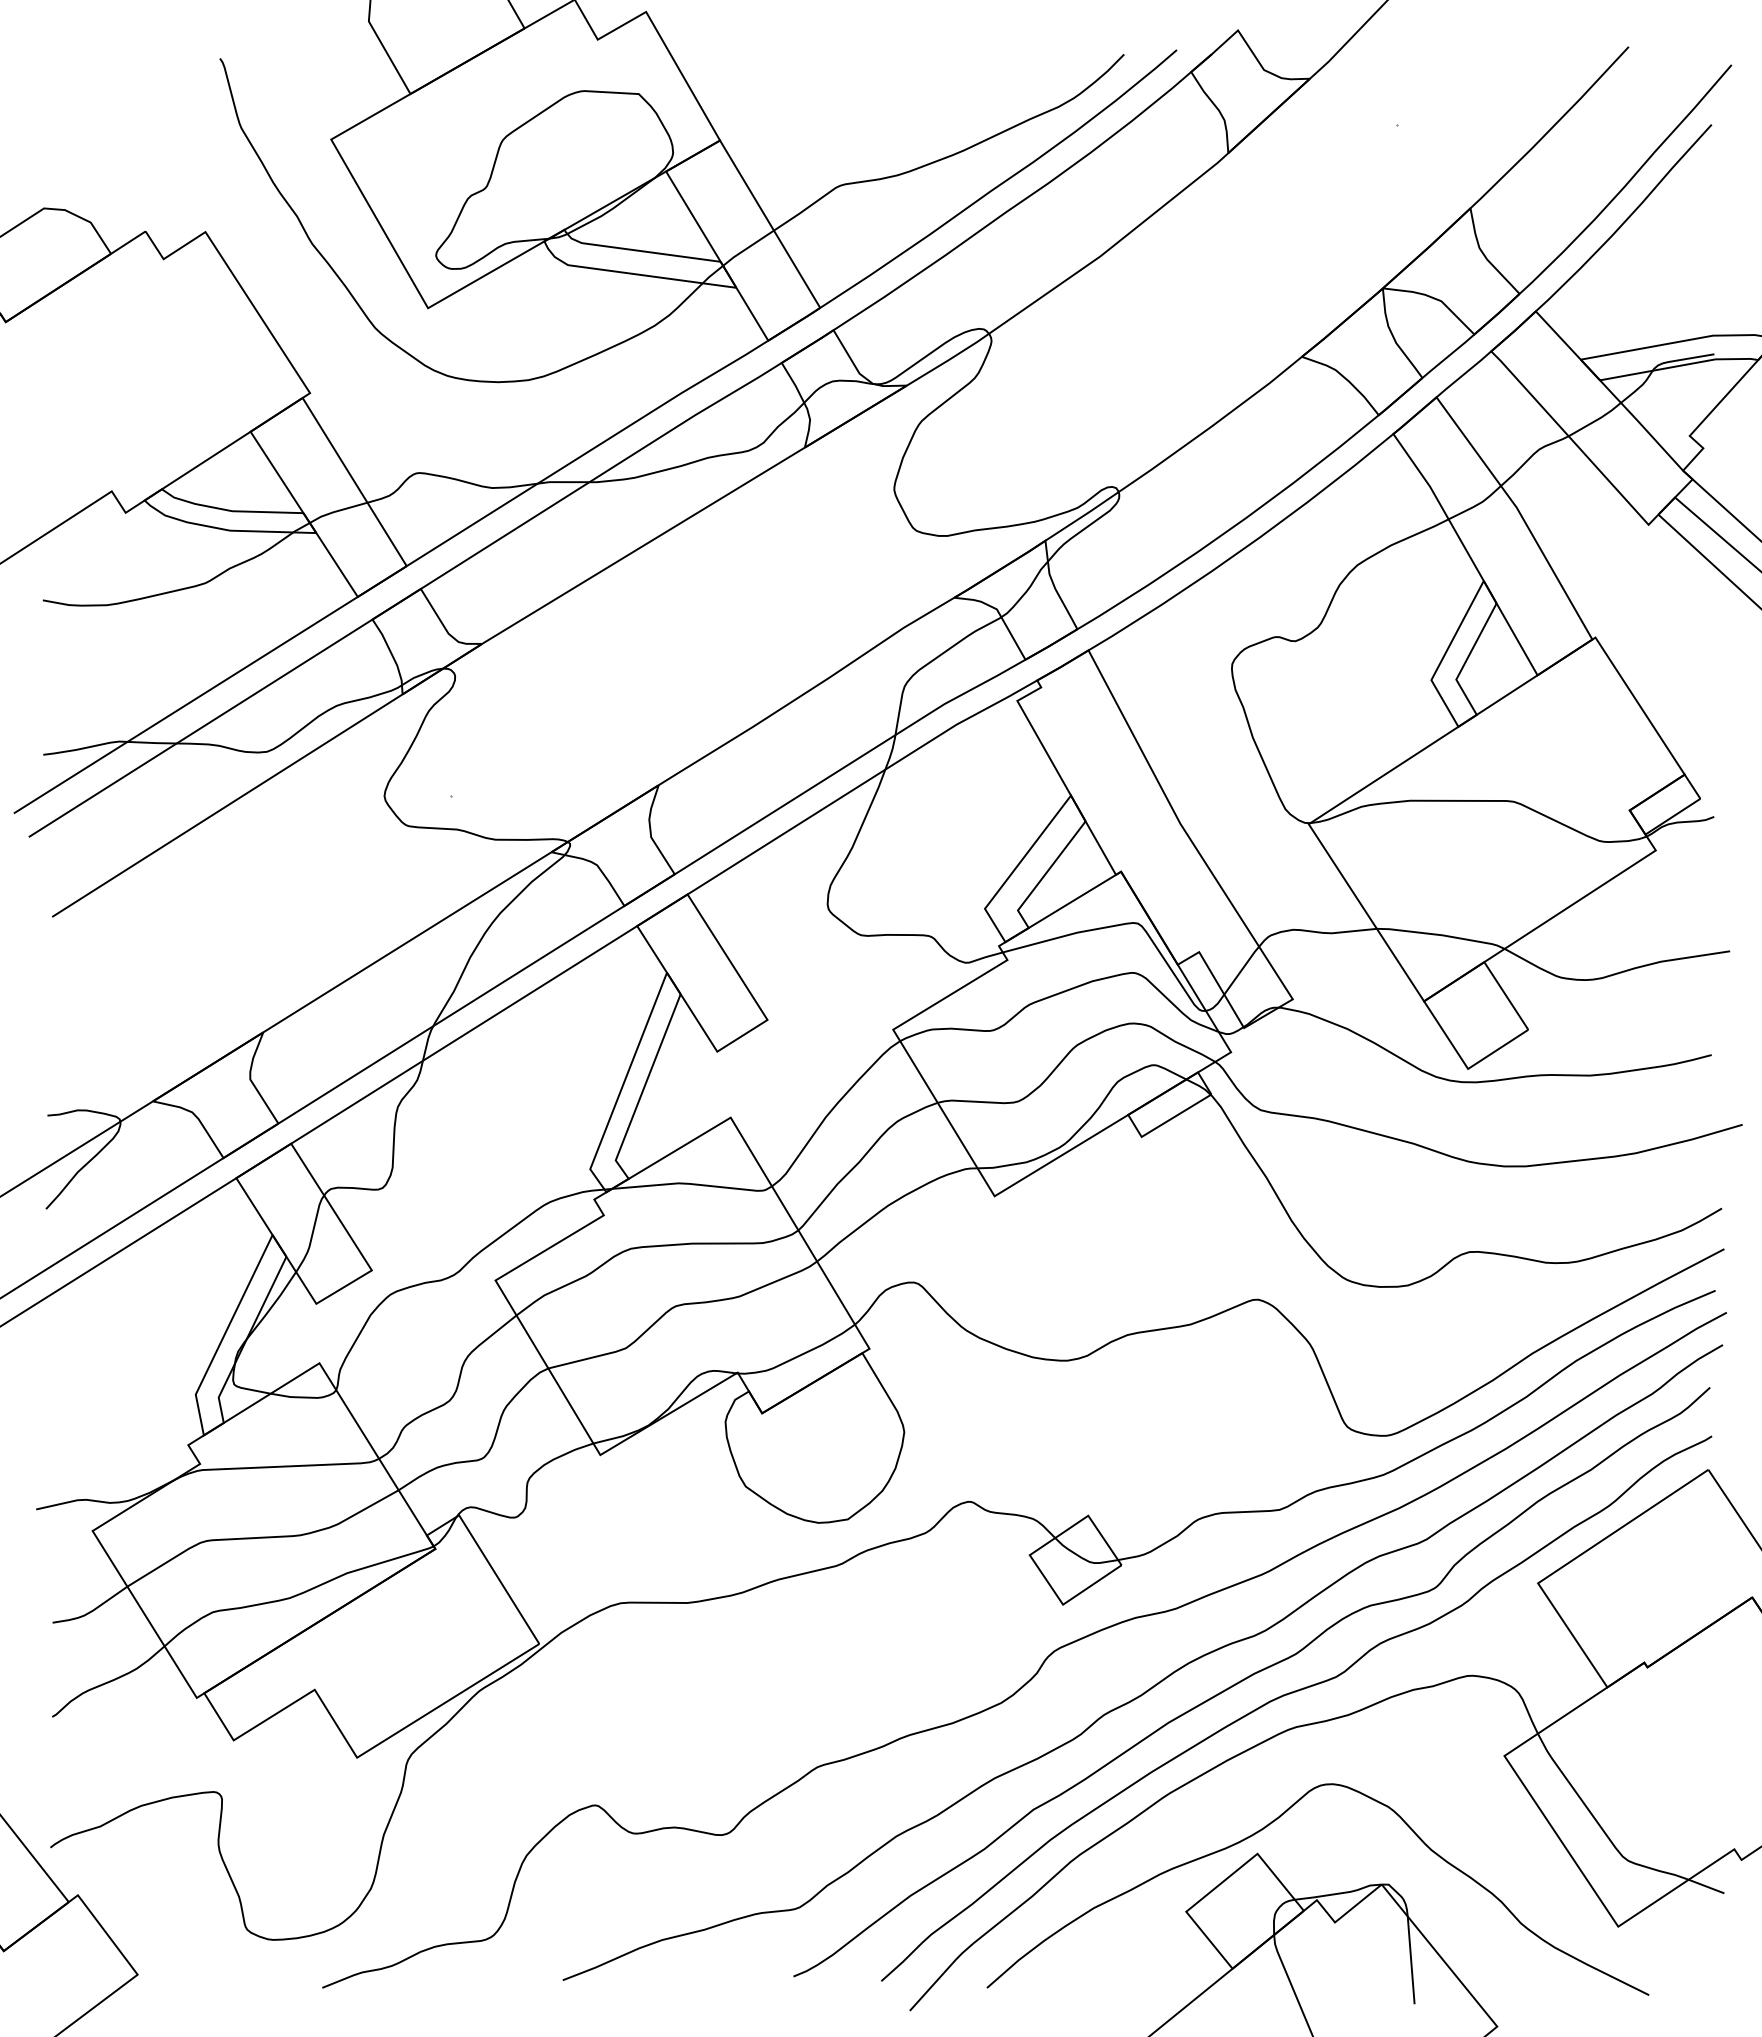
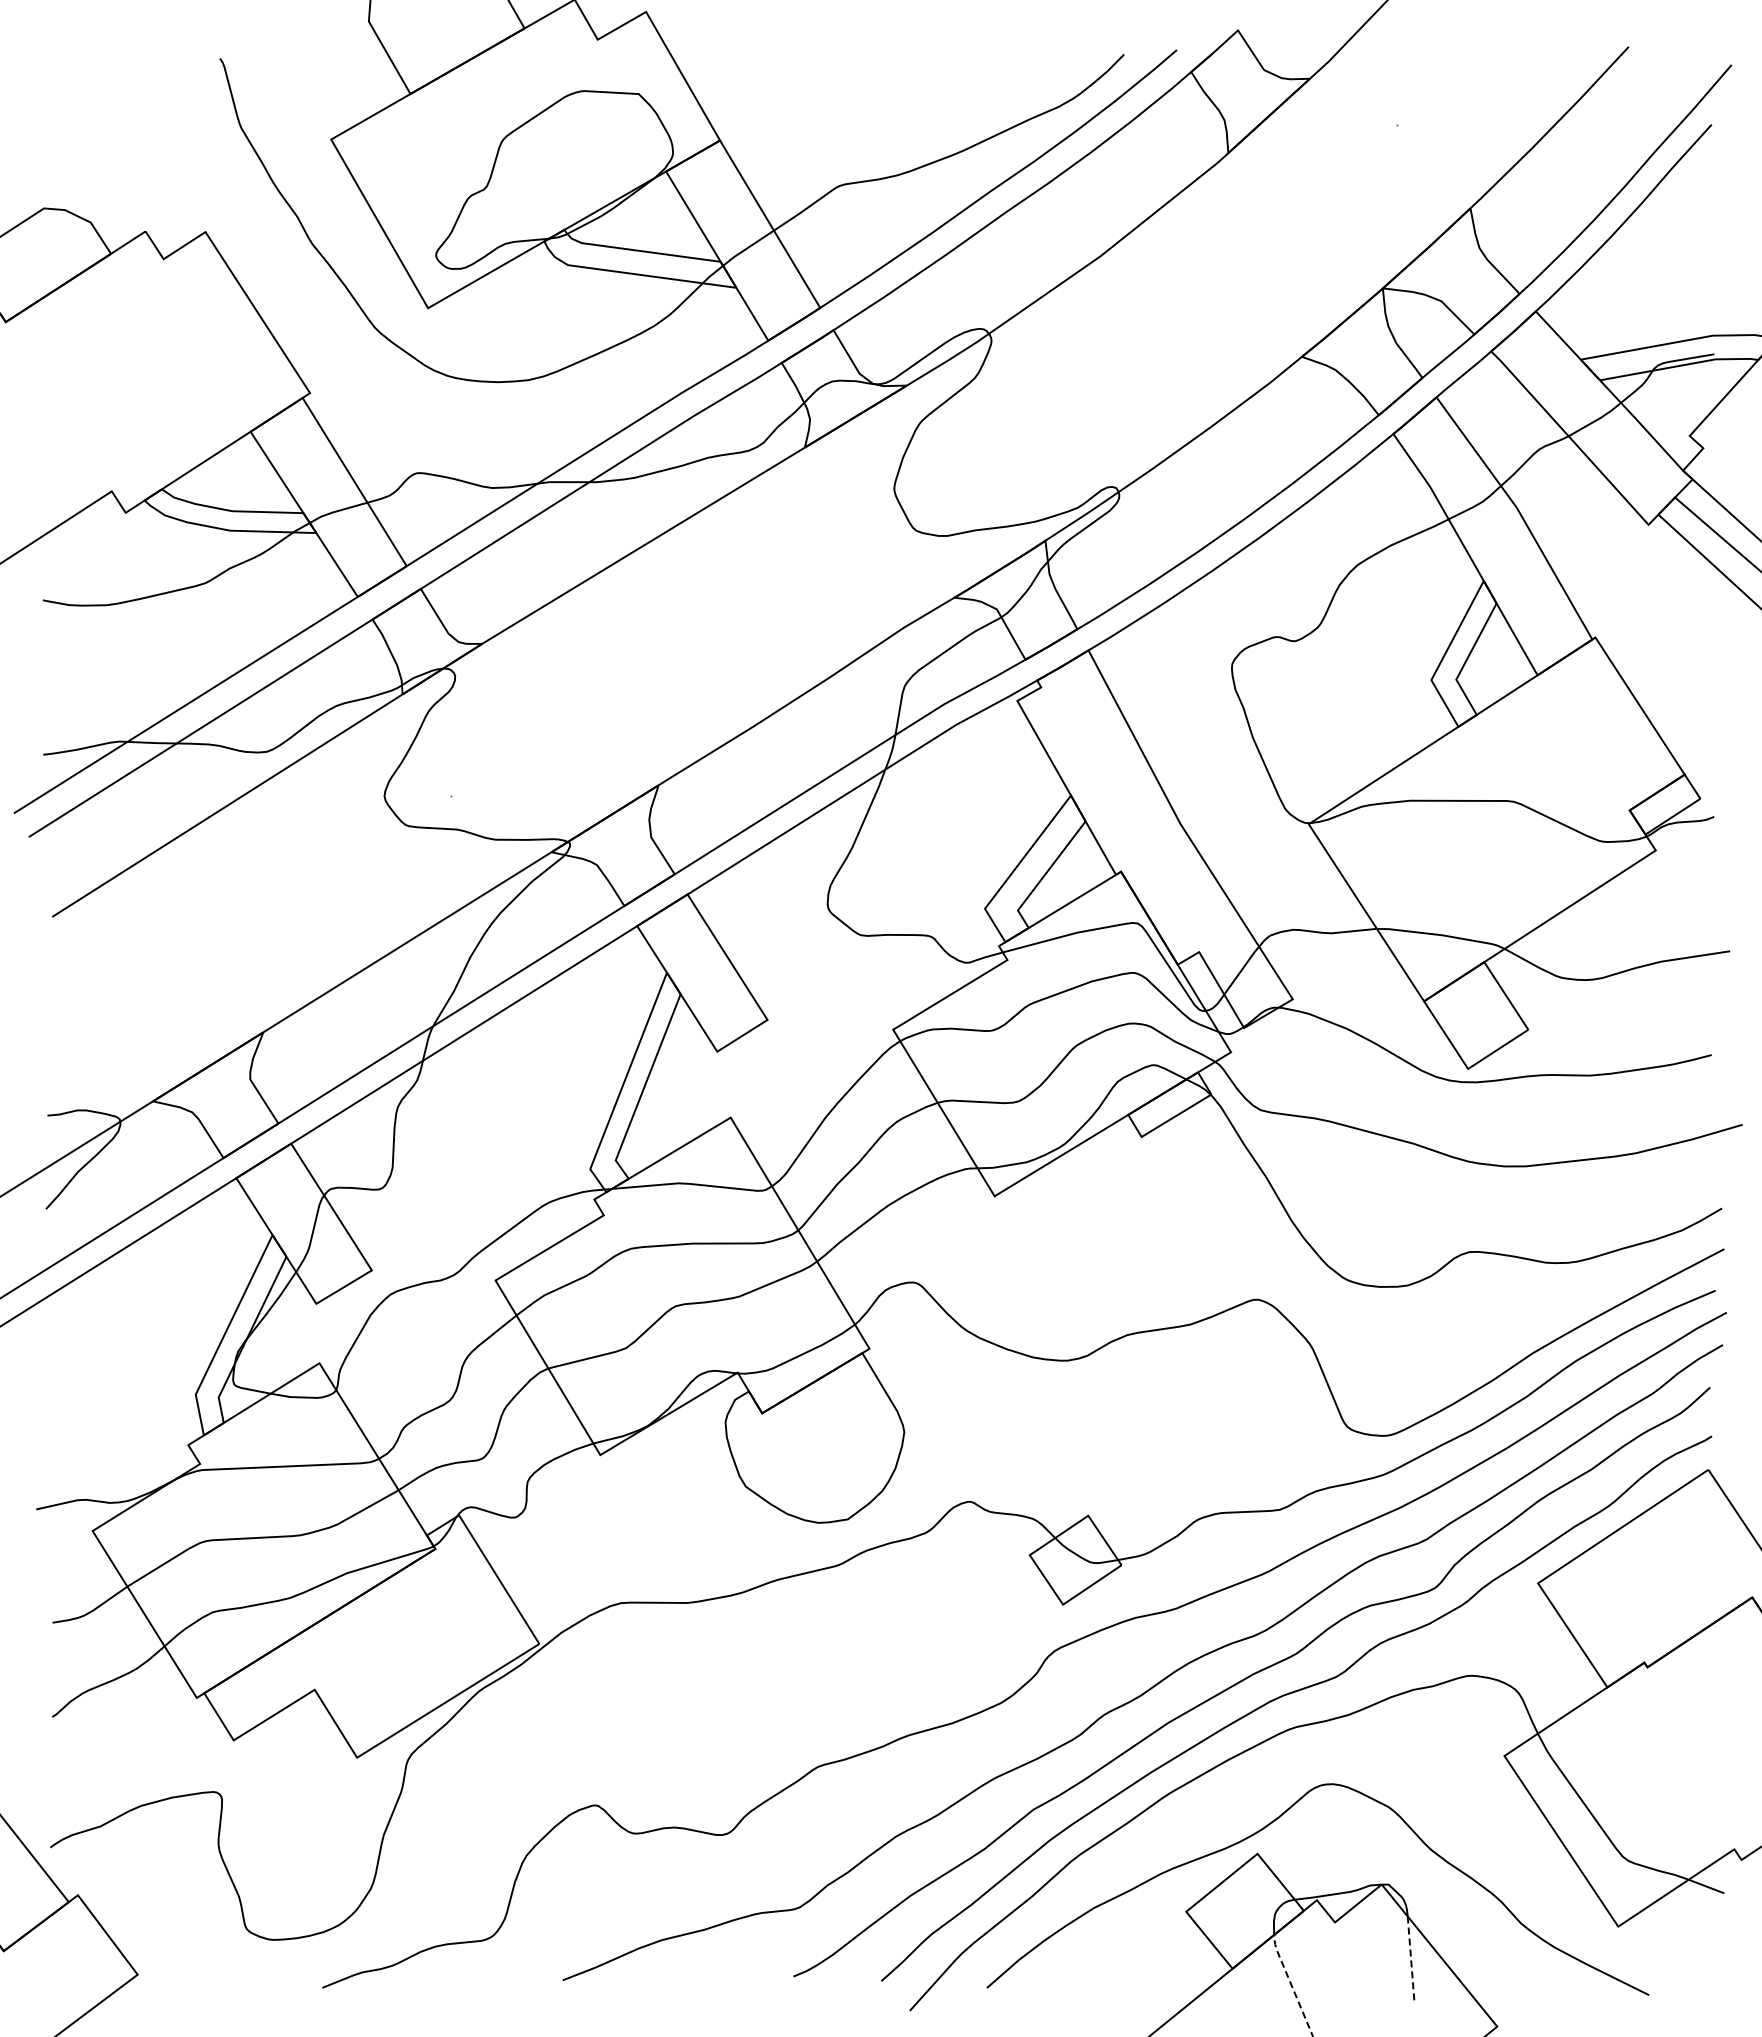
line at (1411, 1960): solid -> dashed
line at (1291, 1984): solid -> dashed
